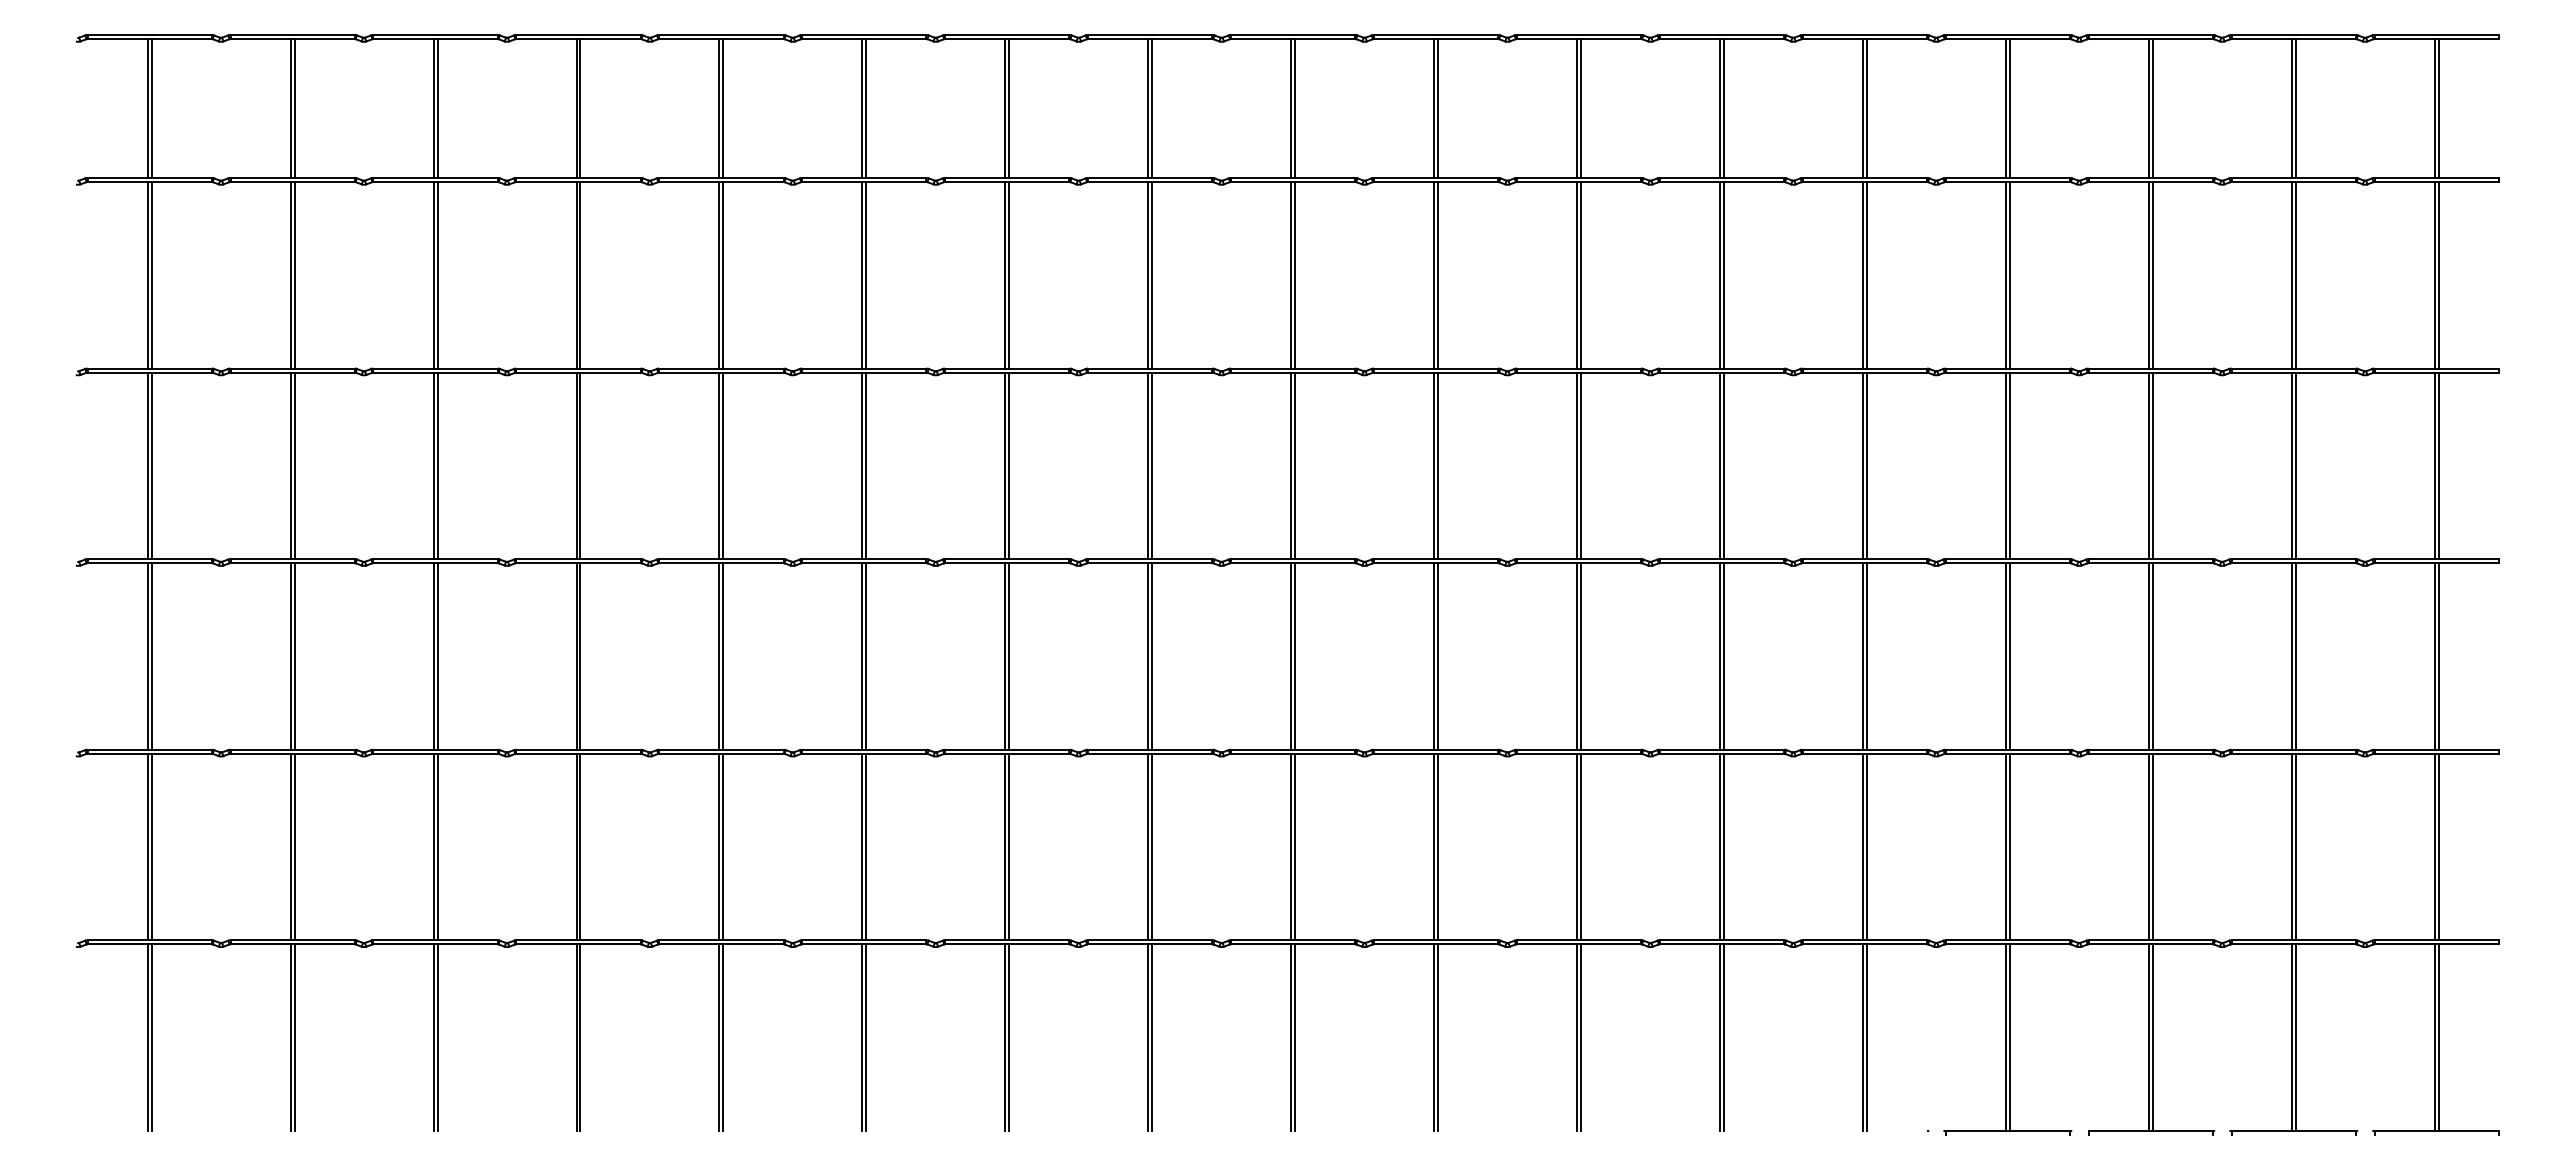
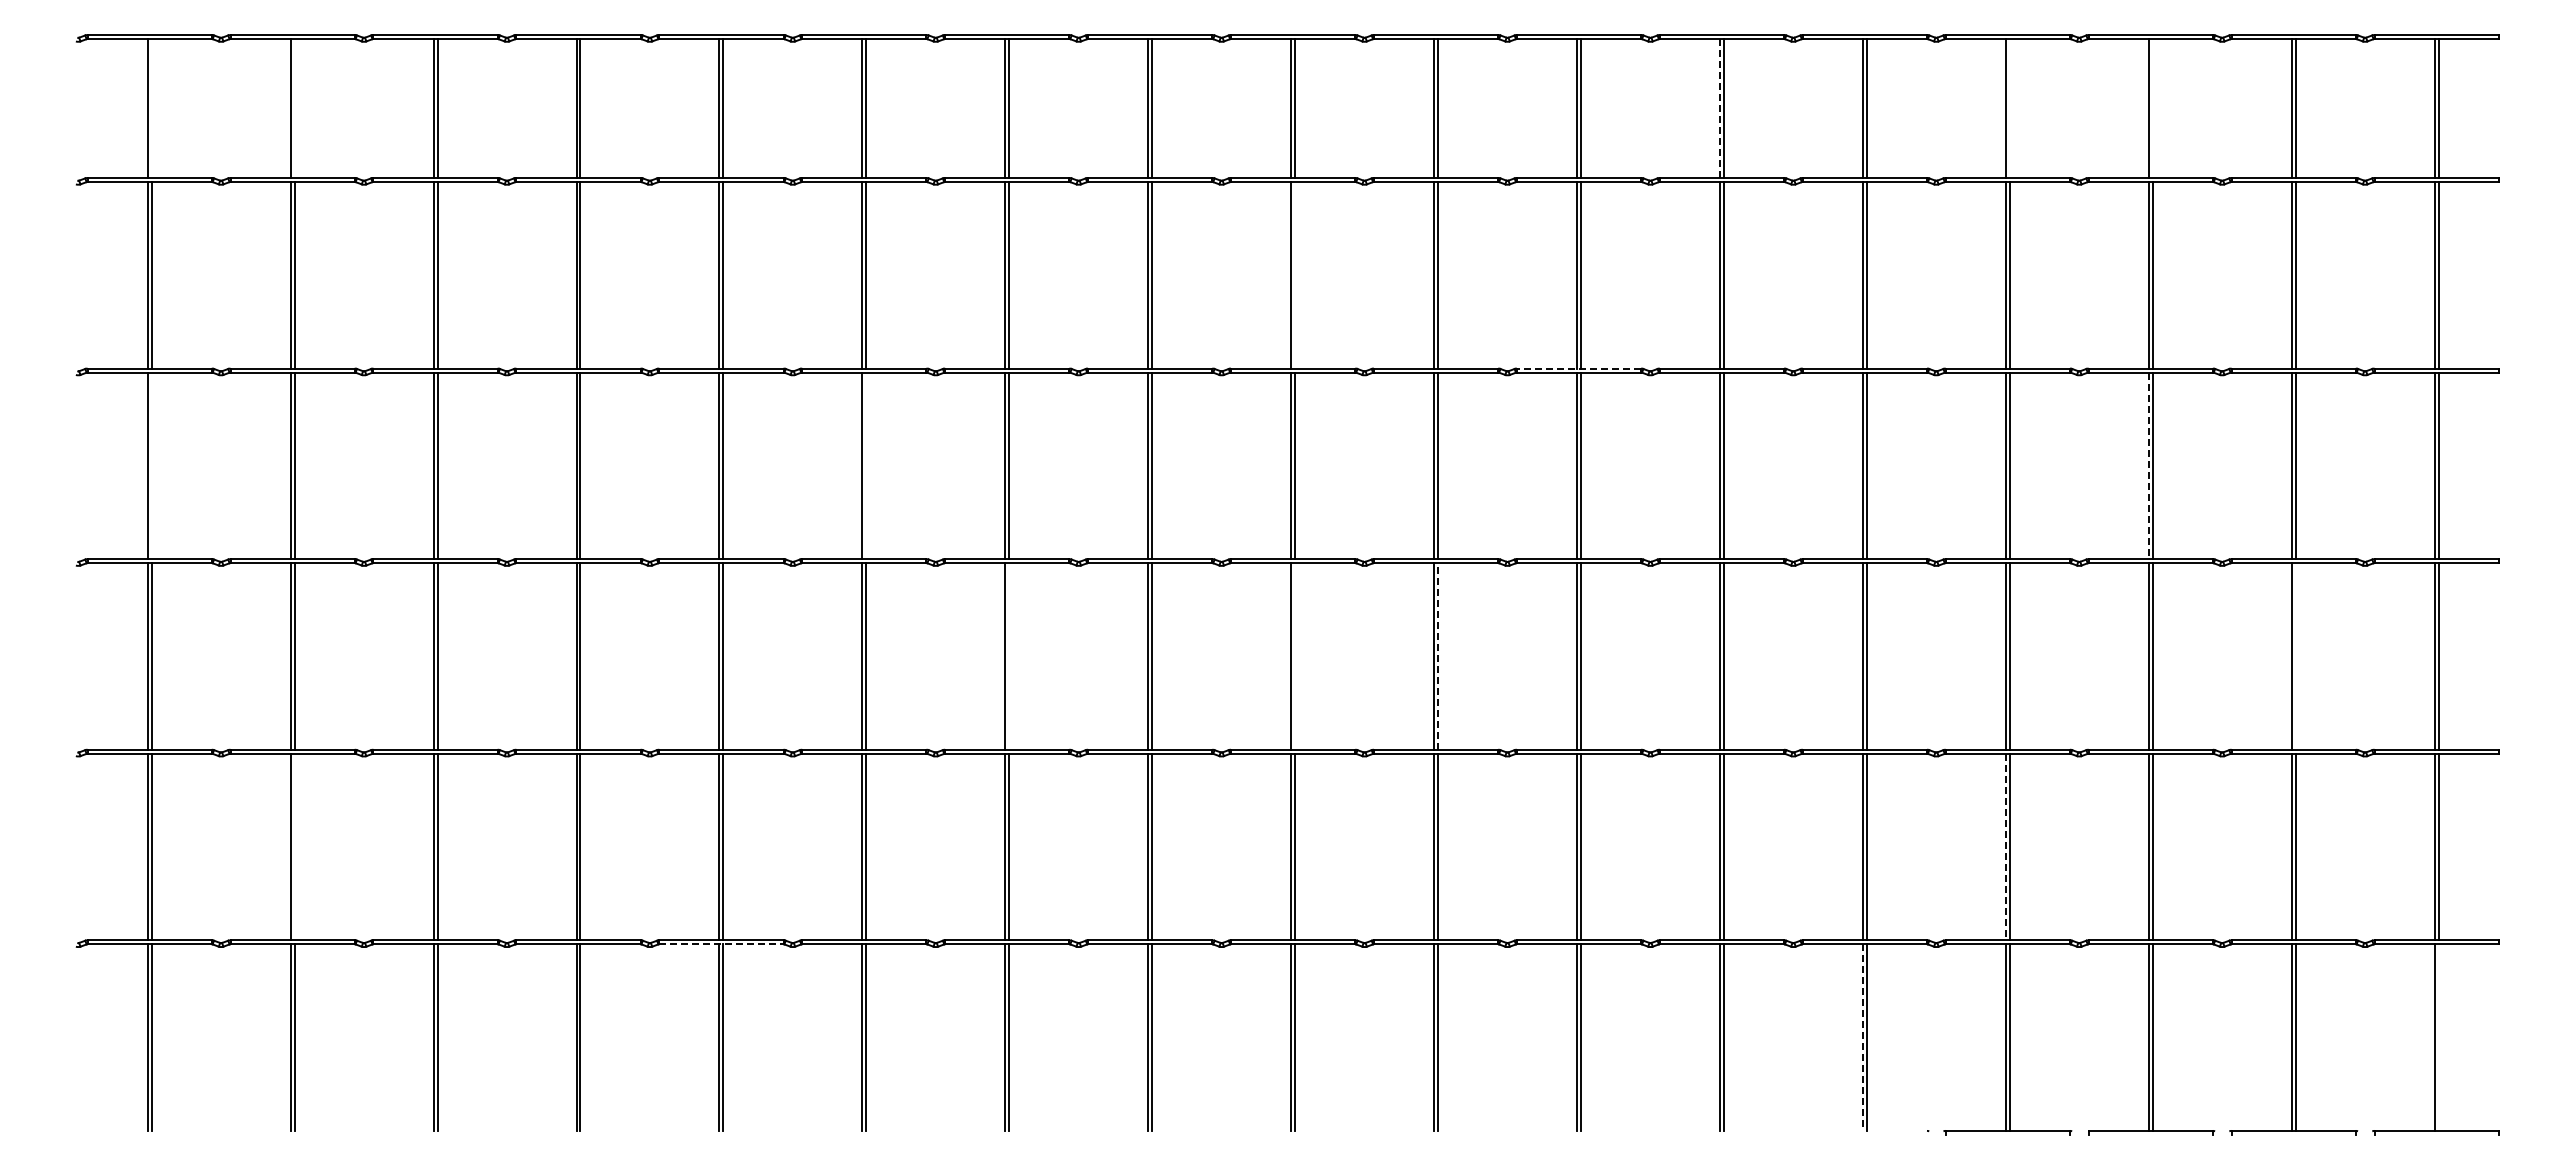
line at (151, 108): present -> none
line at (294, 108): present -> none
line at (2009, 108): present -> none
line at (2152, 108): present -> none
line at (1719, 109): solid -> dashed
line at (1295, 274): present -> none
line at (1578, 368): solid -> dashed
line at (151, 465): present -> none
line at (866, 465): present -> none
line at (2148, 466): solid -> dashed
line at (1438, 655): solid -> dashed
line at (1009, 656): present -> none
line at (1295, 656): present -> none
line at (2295, 656): present -> none
line at (294, 846): present -> none
line at (2005, 847): solid -> dashed
line at (721, 944): solid -> dashed
line at (2438, 1037): present -> none
line at (1862, 1038): solid -> dashed
